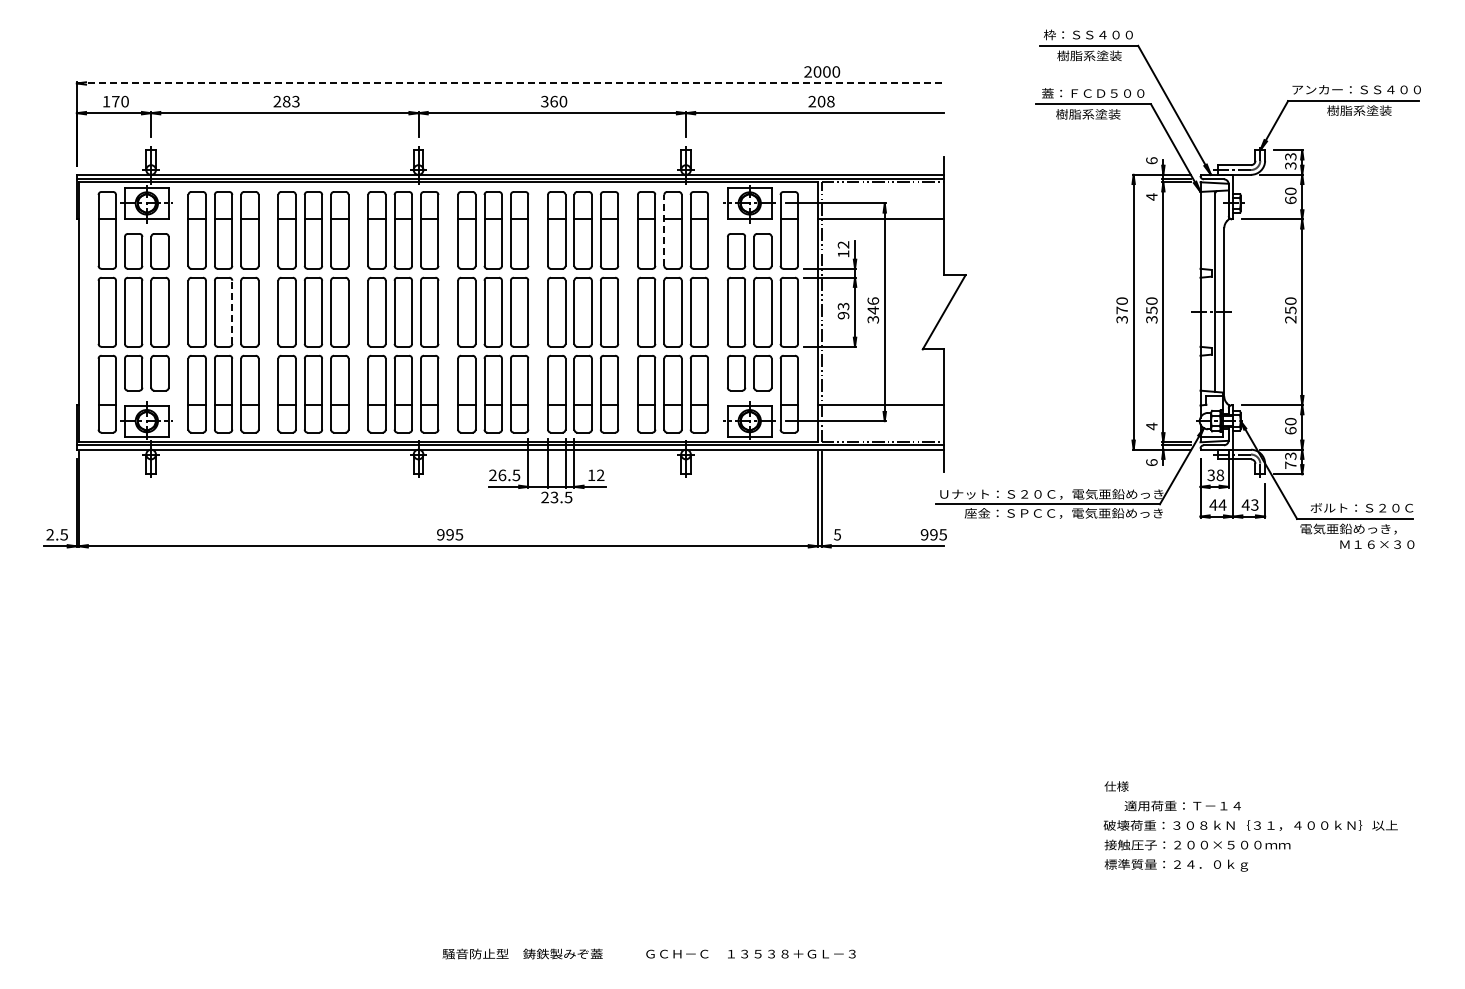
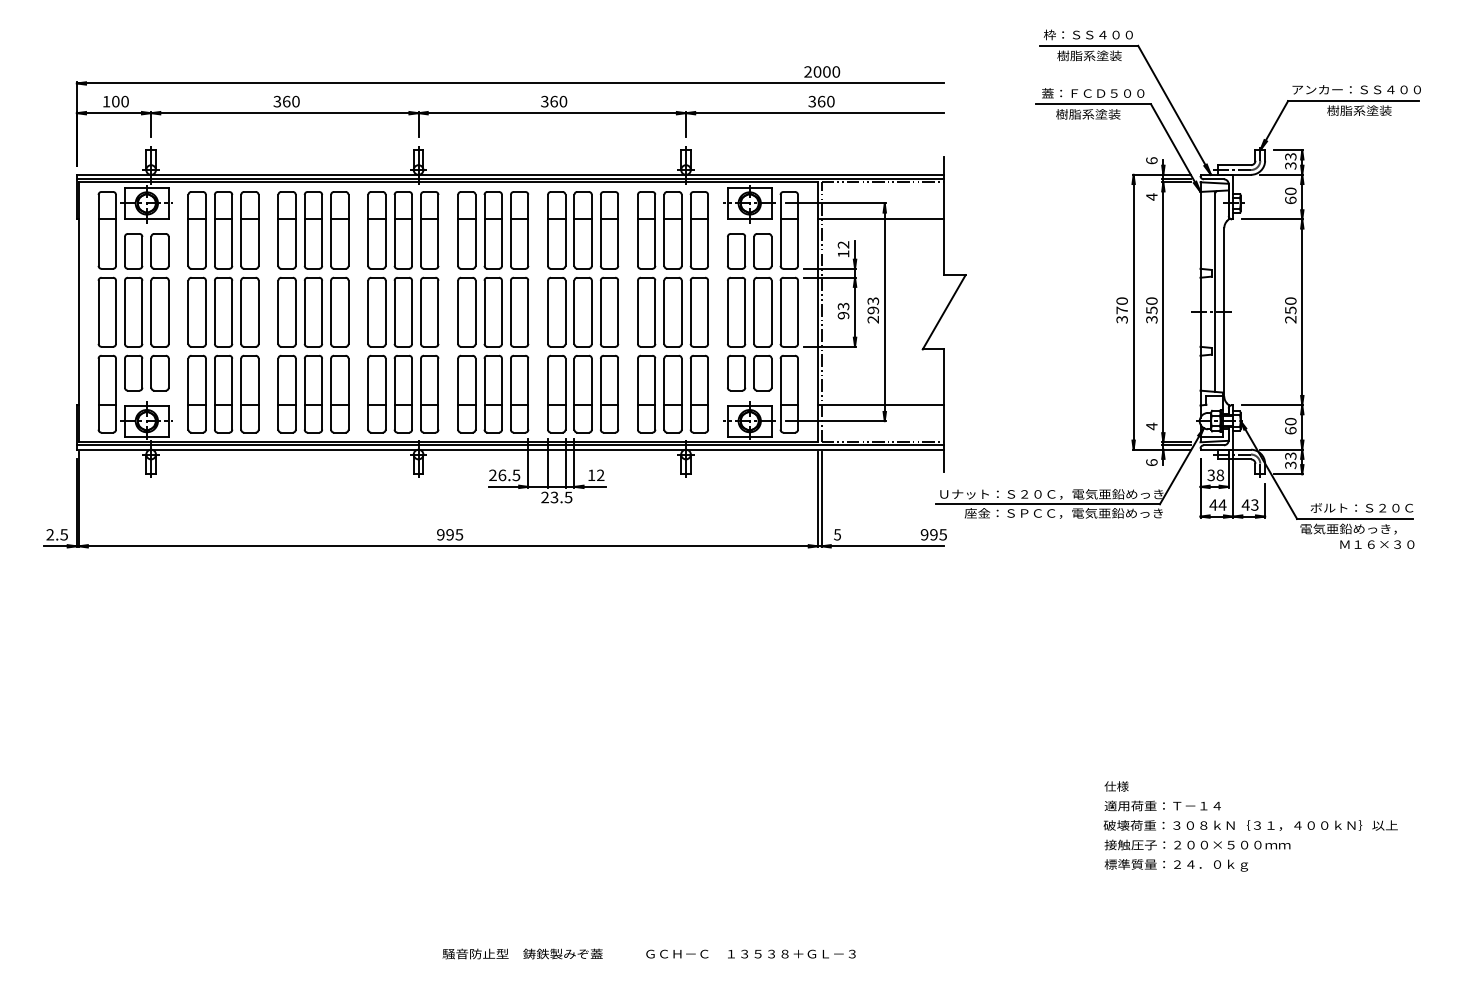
line at (510, 83): dashed -> solid
text at (115, 101): 170 -> 100
text at (286, 101): 283 -> 360
text at (821, 101): 208 -> 360
line at (664, 229): dashed -> solid
text at (873, 310): 346 -> 293
line at (232, 312): dashed -> solid
text at (1290, 465): 73 -> 33
text at (1182, 805) position: (1182, 805) -> (1162, 805)
